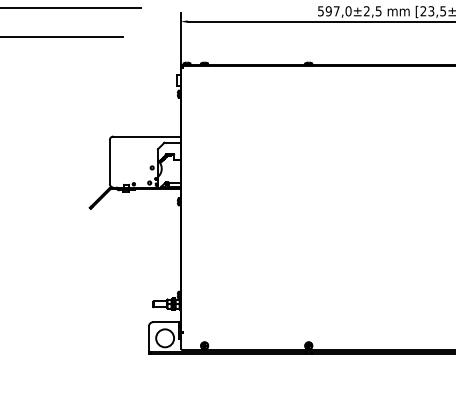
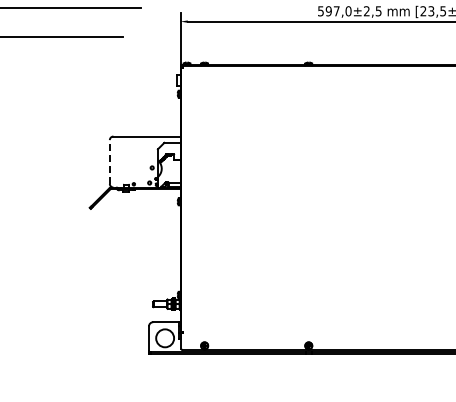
line at (109, 162): solid -> dashed
